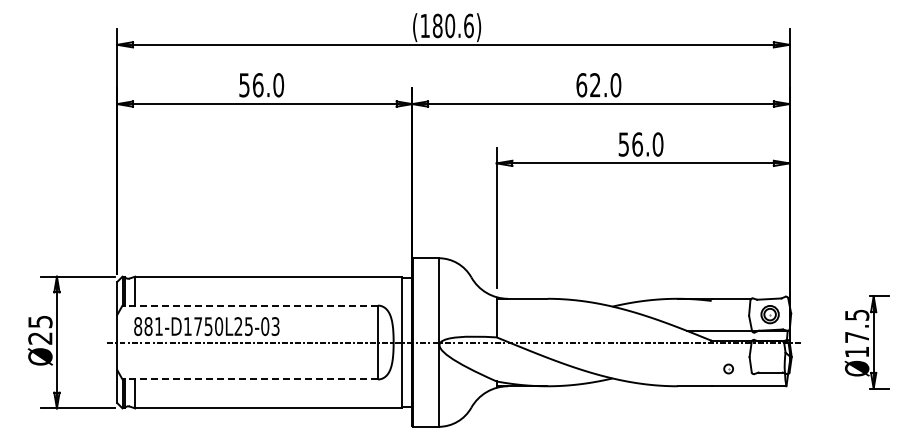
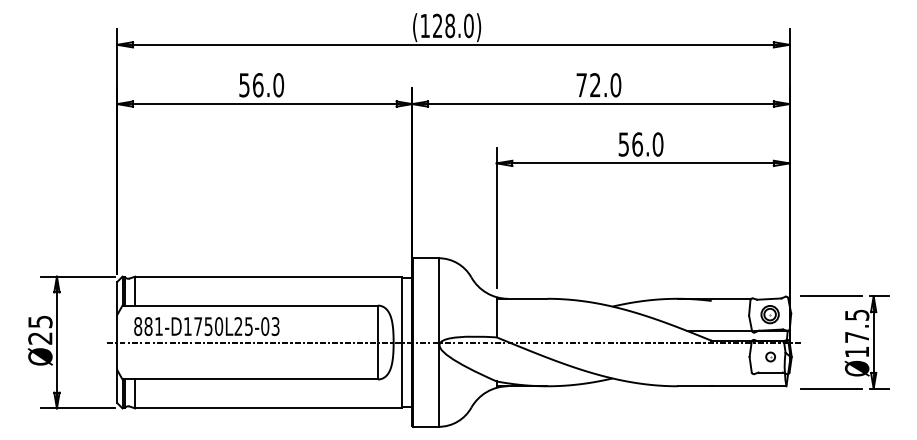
text at (452, 25): (180.6) -> (128.0)
text at (581, 85): 62.0 -> 72.0
line at (831, 296): none -> present
line at (250, 305): dashed -> solid
part at (728, 368) position: (728, 368) -> (770, 356)
line at (250, 379): dashed -> solid
line at (831, 388): none -> present
